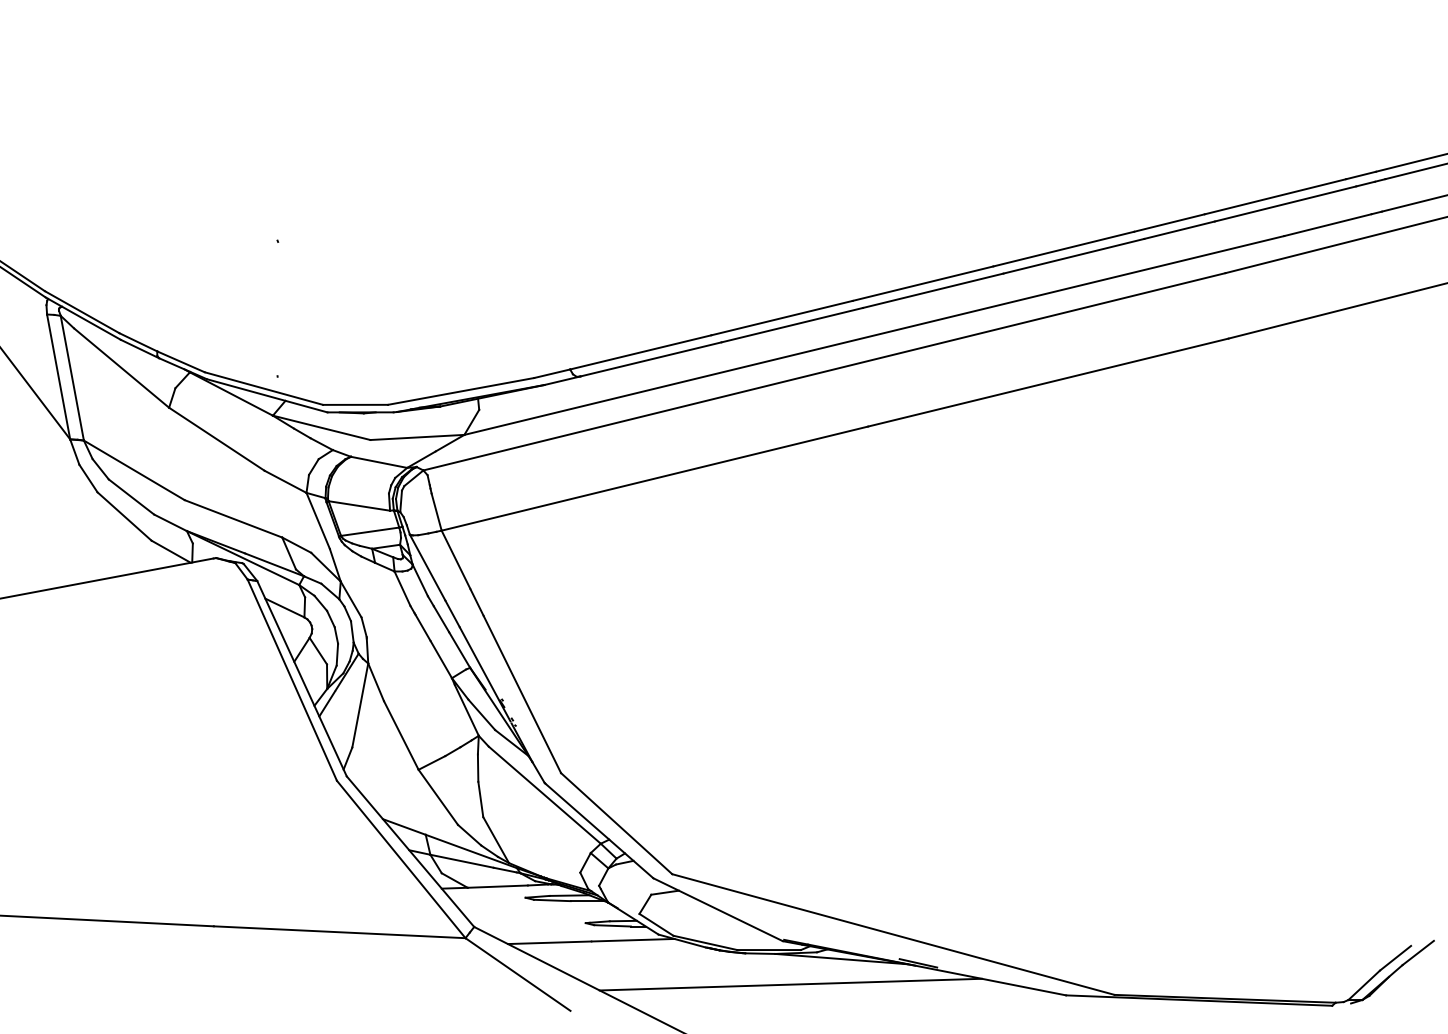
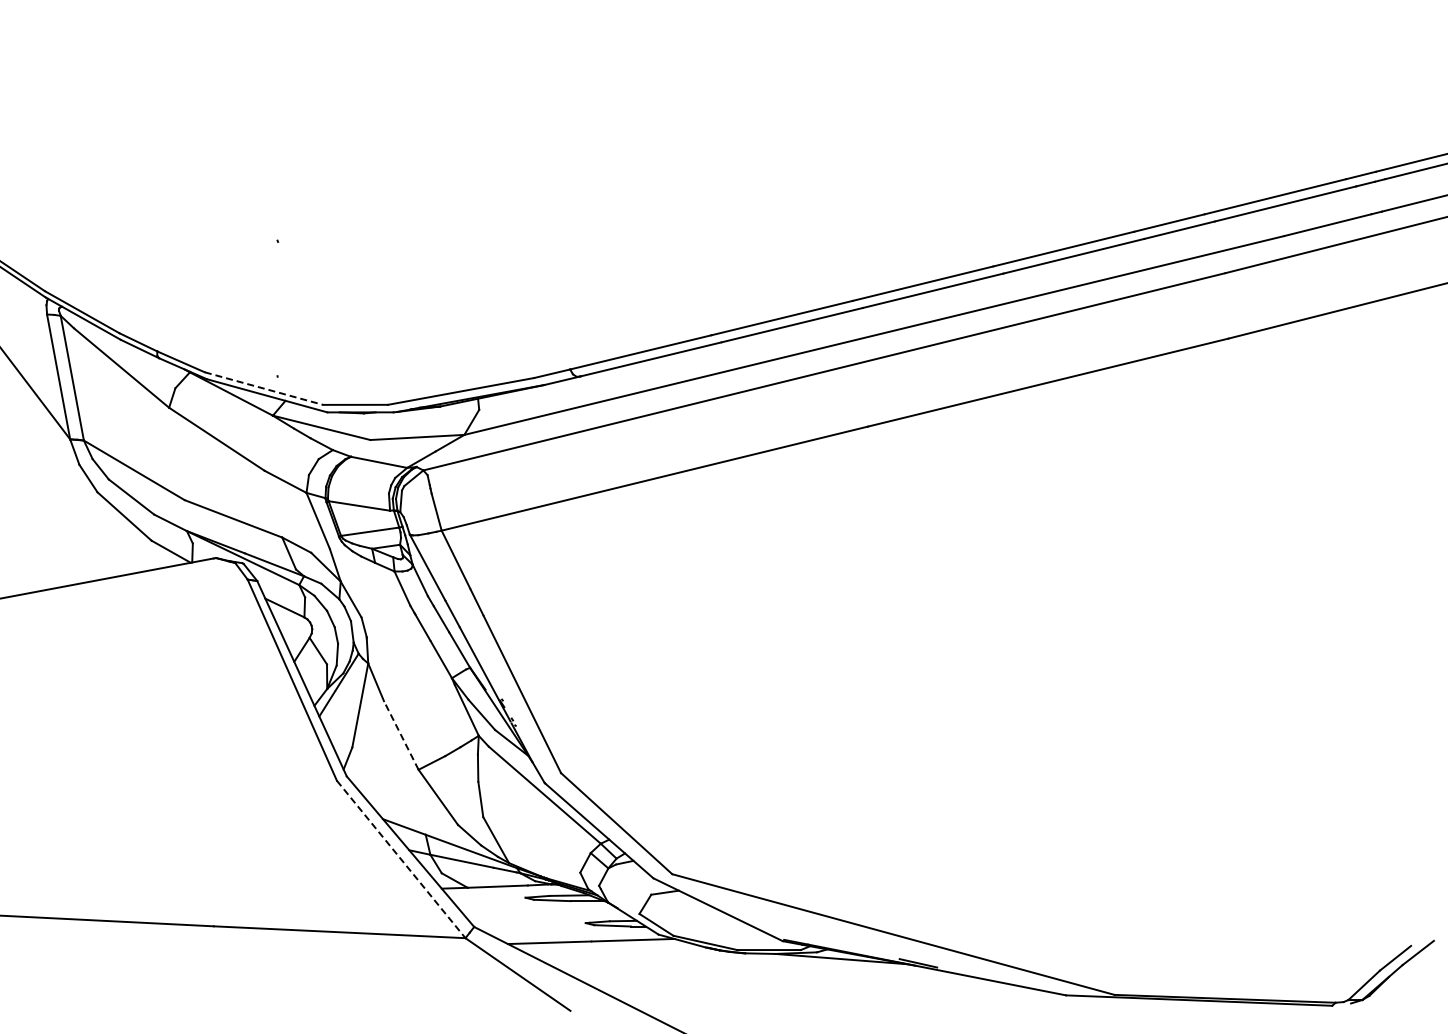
line at (264, 388): solid -> dashed
line at (401, 735): solid -> dashed
line at (401, 859): solid -> dashed
line at (790, 984): present -> none
